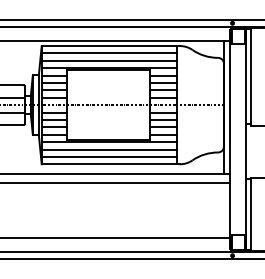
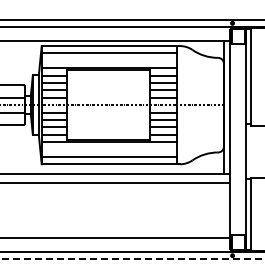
line at (108, 60): present -> none
line at (108, 149): present -> none
line at (132, 258): solid -> dashed
